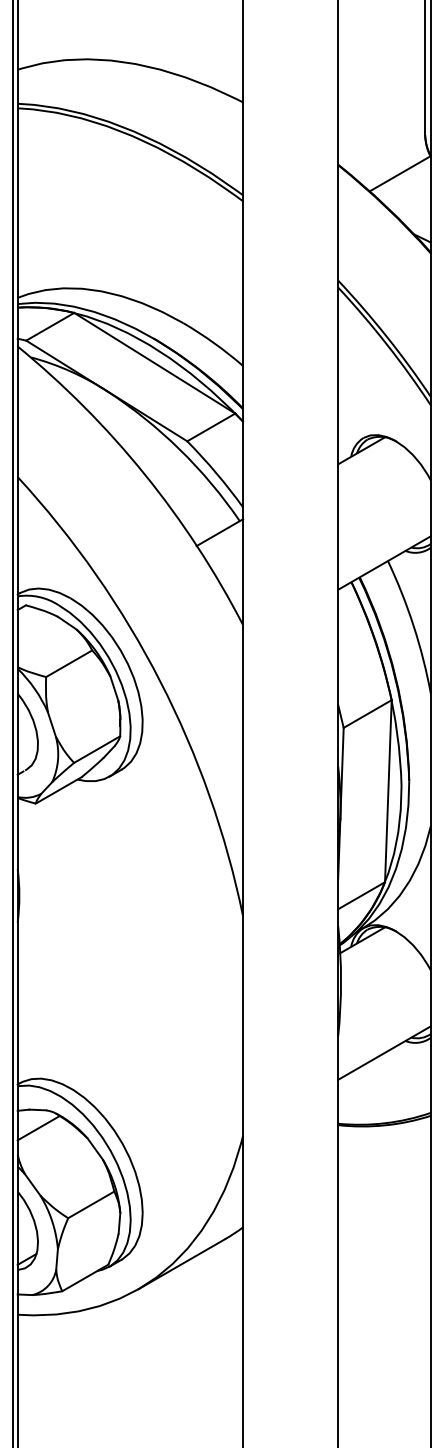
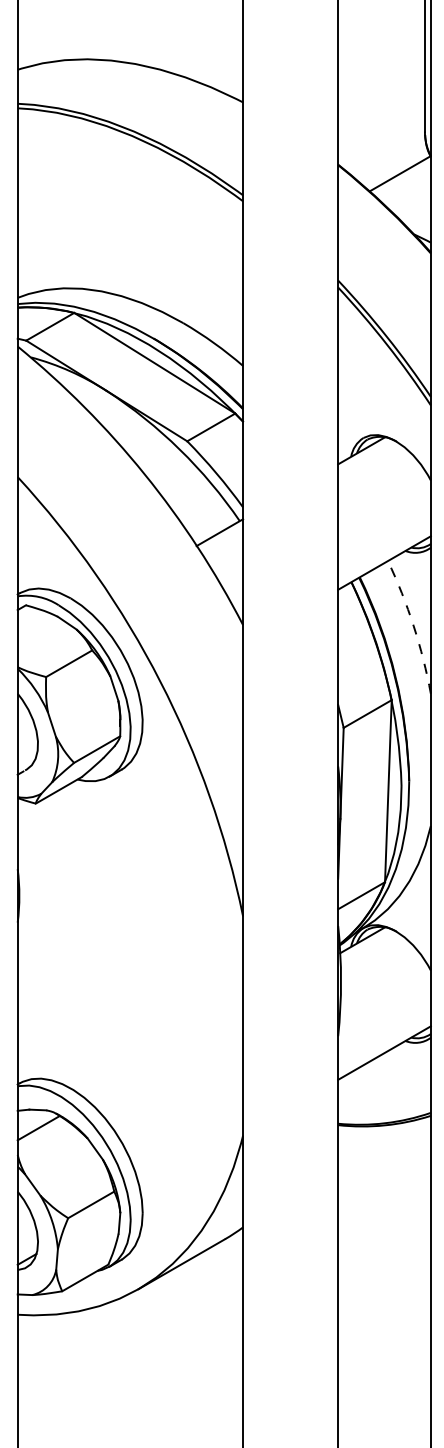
arc at (413, 626): solid -> dashed
line at (13, 723): present -> none
